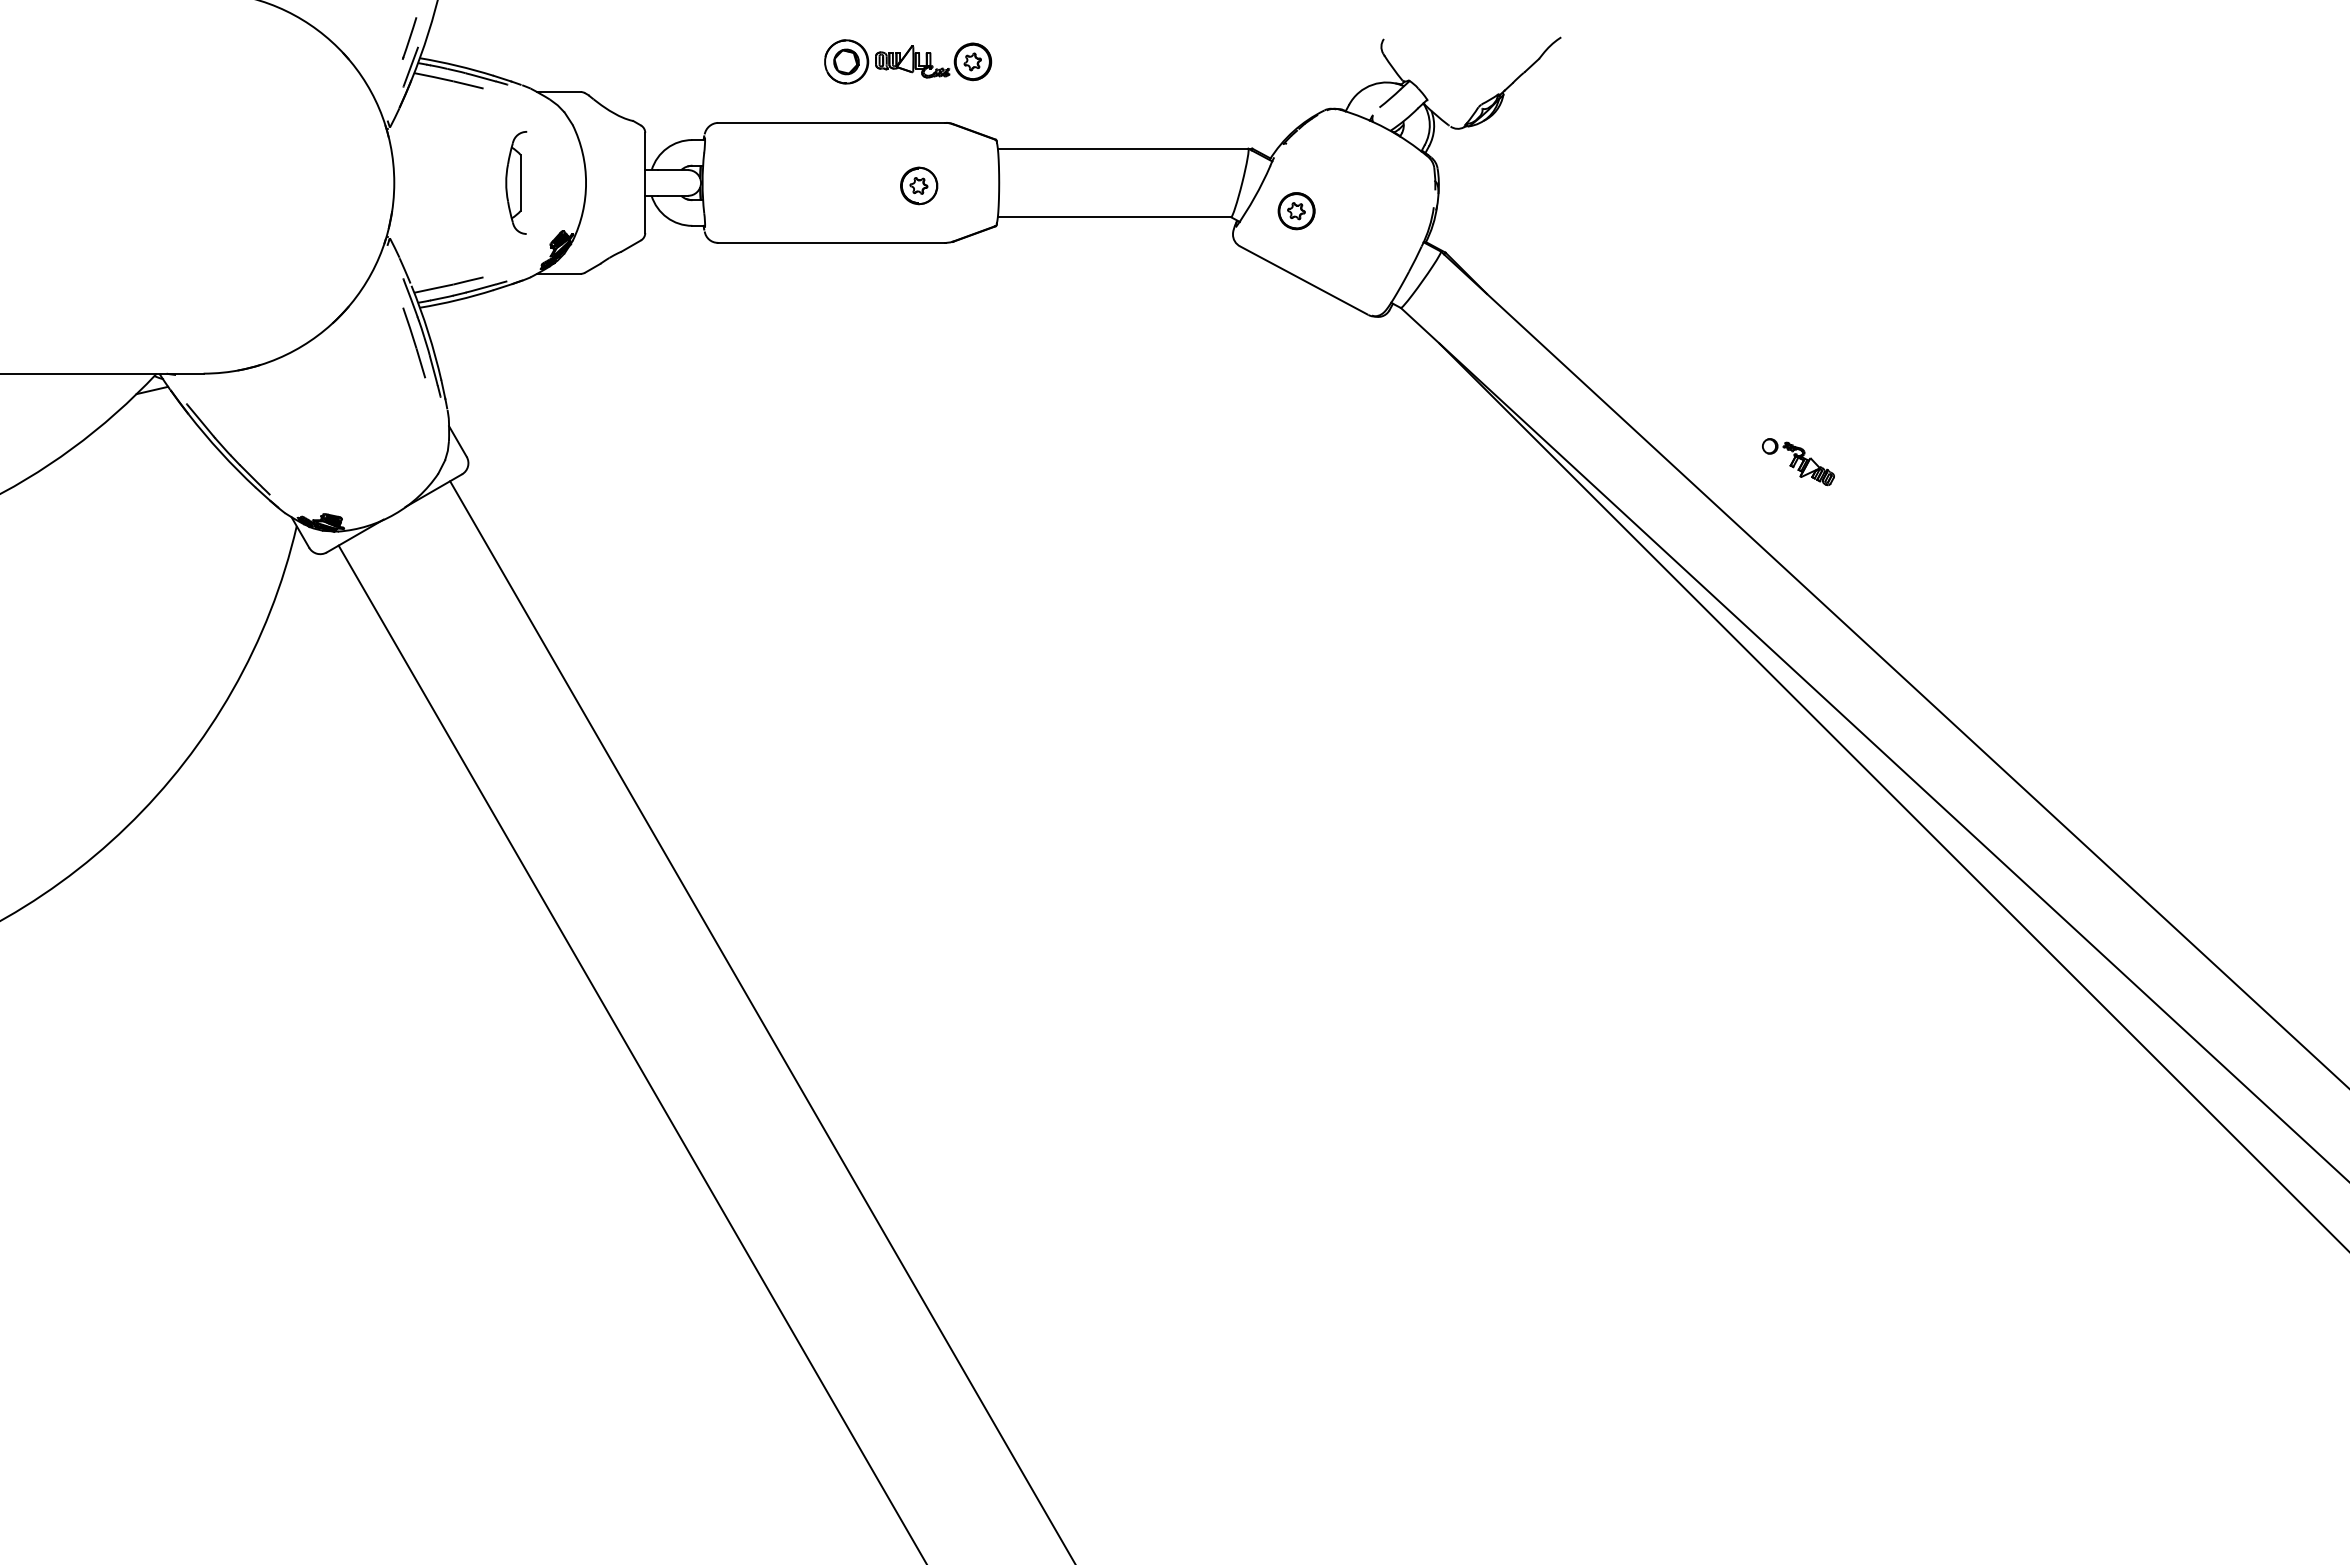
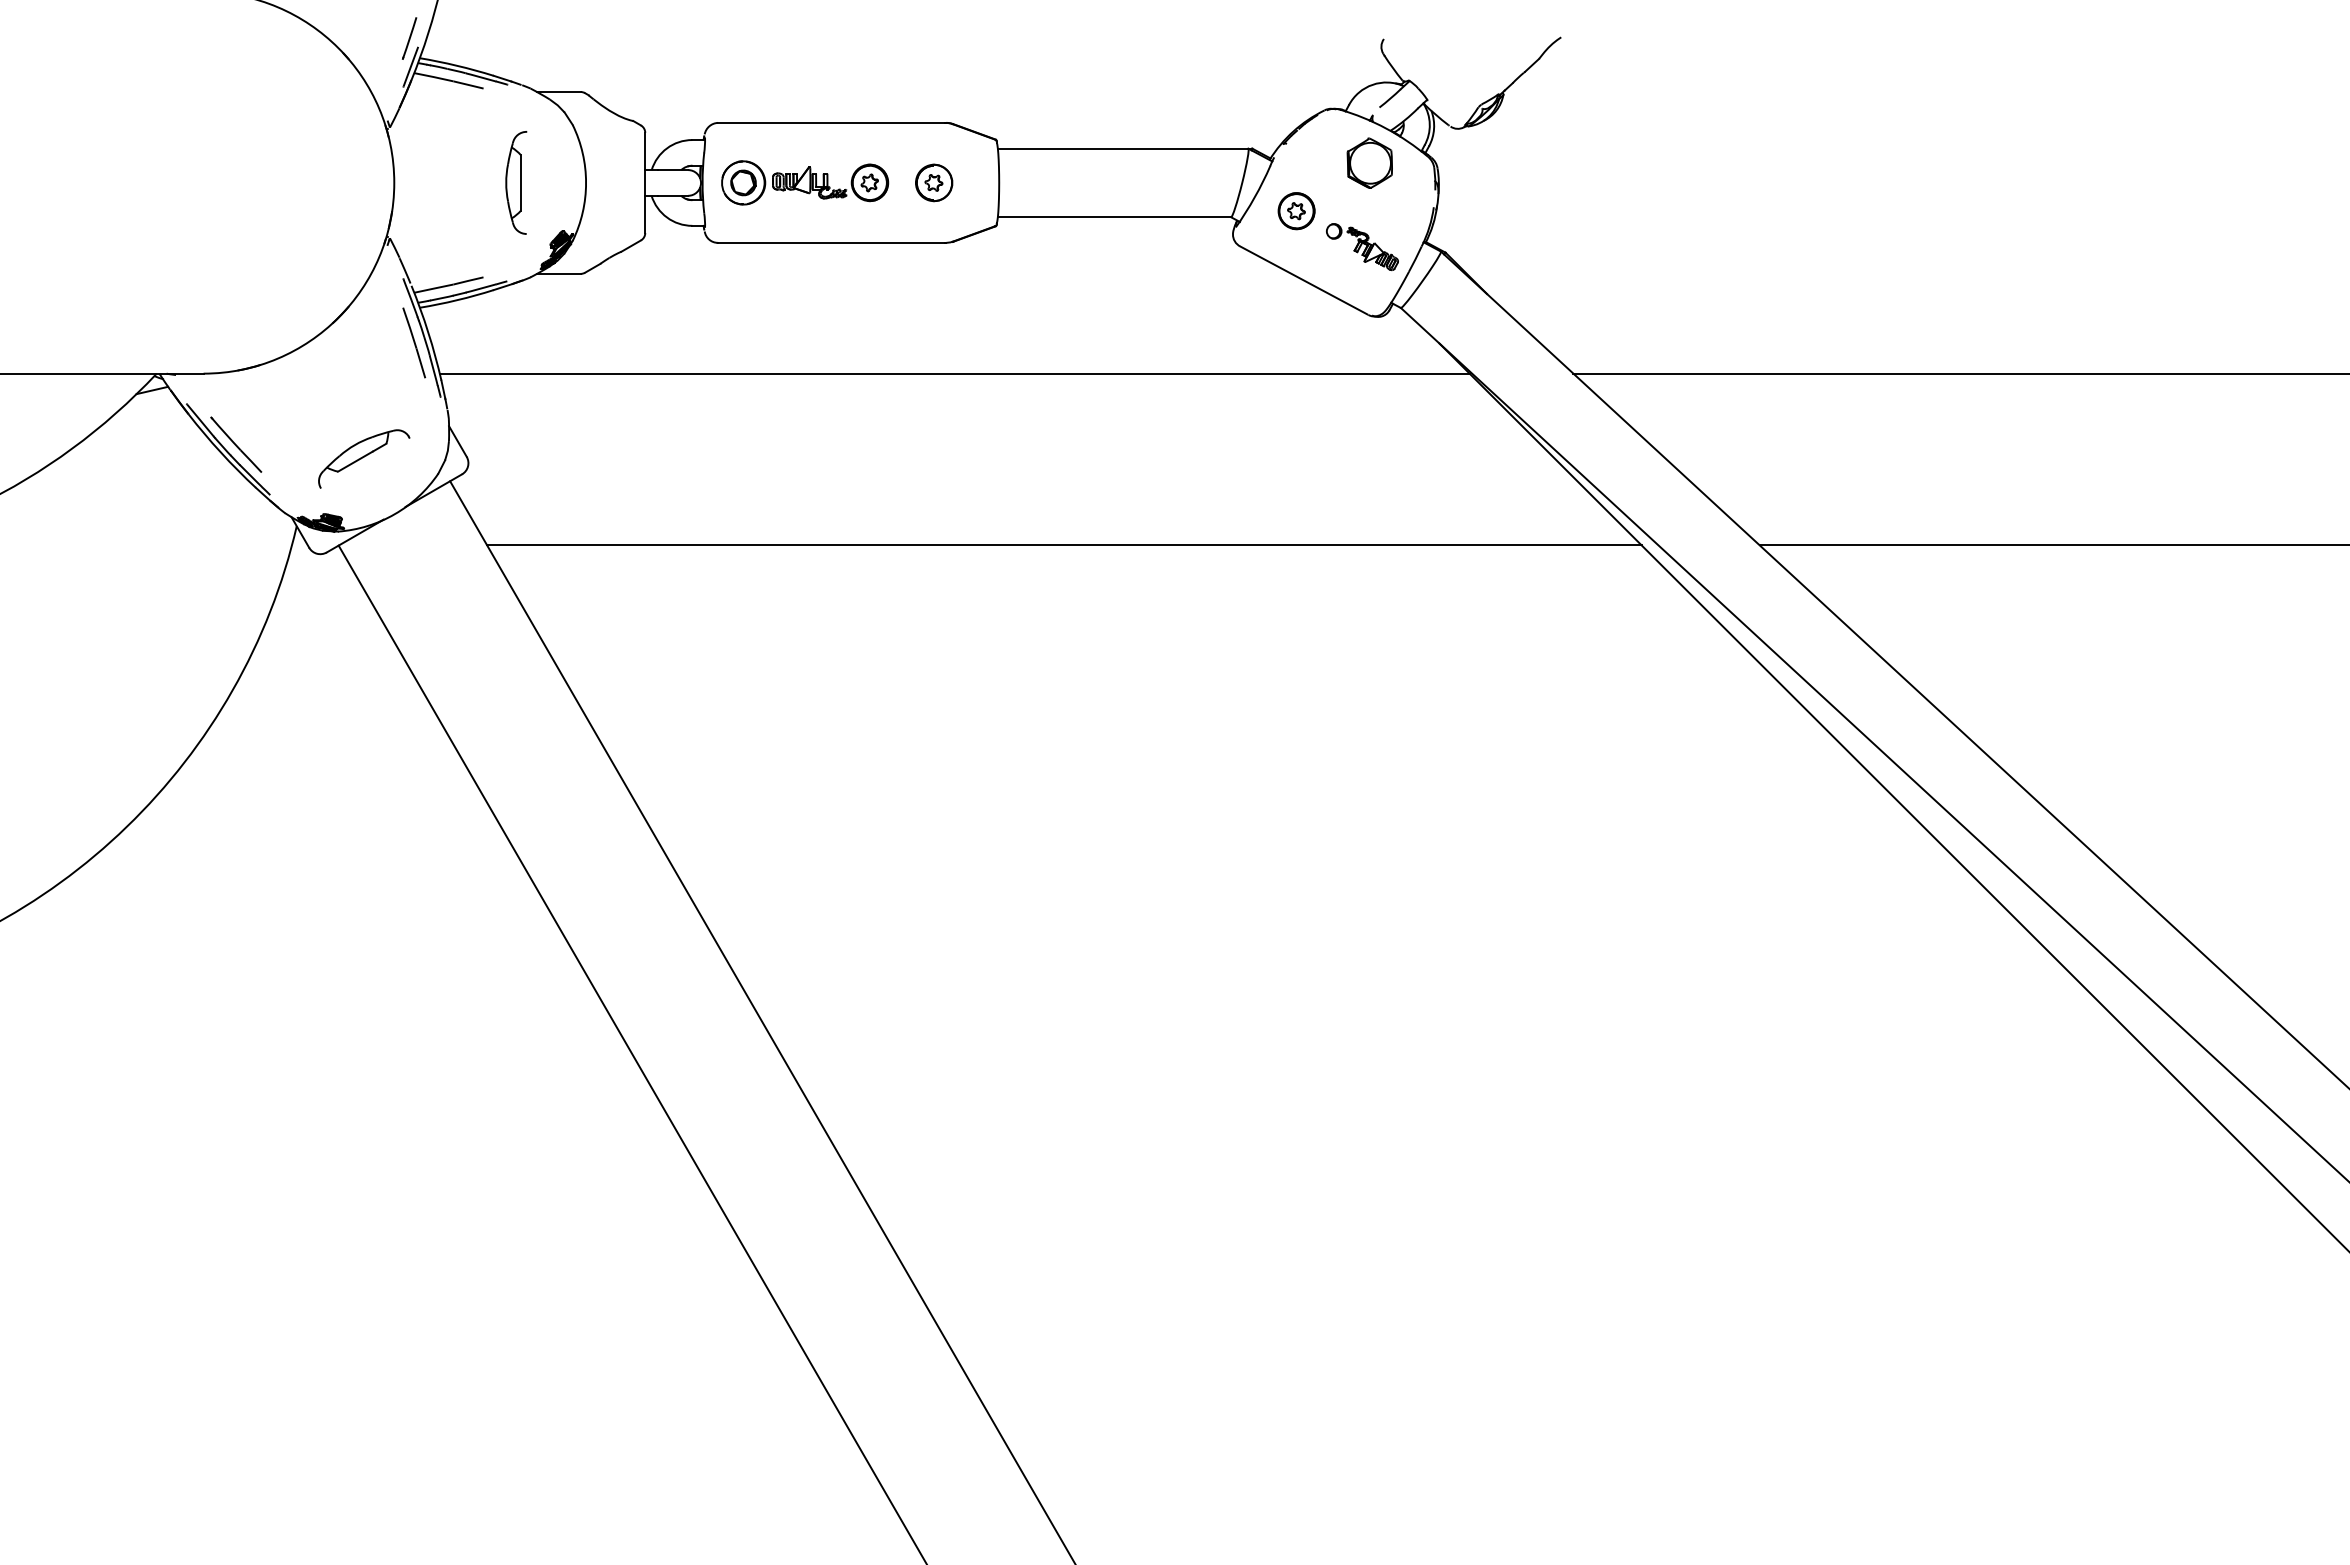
part at (908, 61) position: (908, 61) -> (805, 182)
part at (1369, 162): none -> present
part at (919, 185) position: (919, 185) -> (934, 182)
line at (954, 373): none -> present
line at (1959, 373): none -> present
line at (236, 444): none -> present
part at (364, 458): none -> present
part at (1798, 462) position: (1798, 462) -> (1362, 247)
line at (1064, 545): none -> present
line at (2052, 545): none -> present
